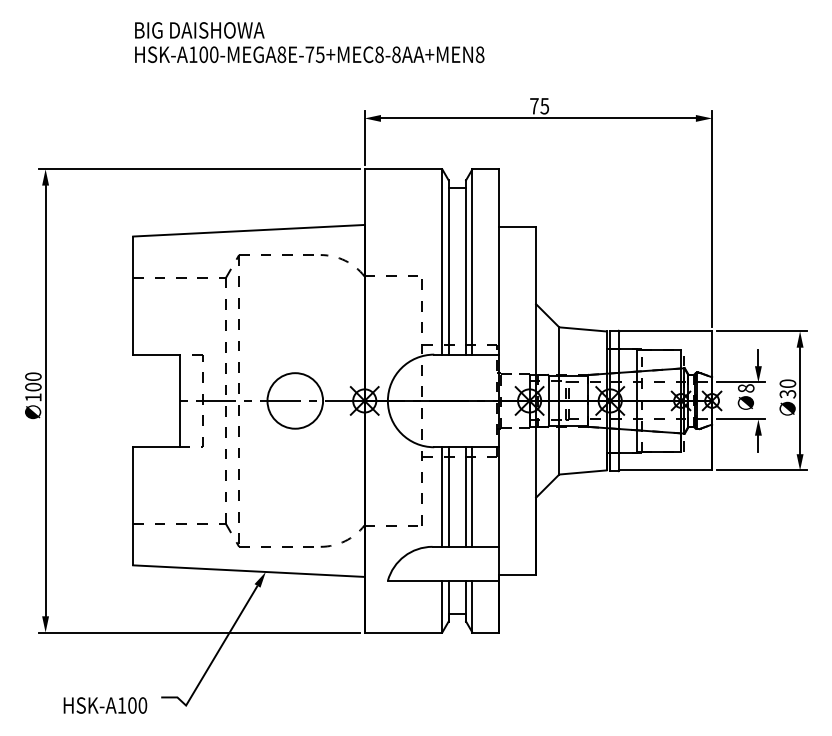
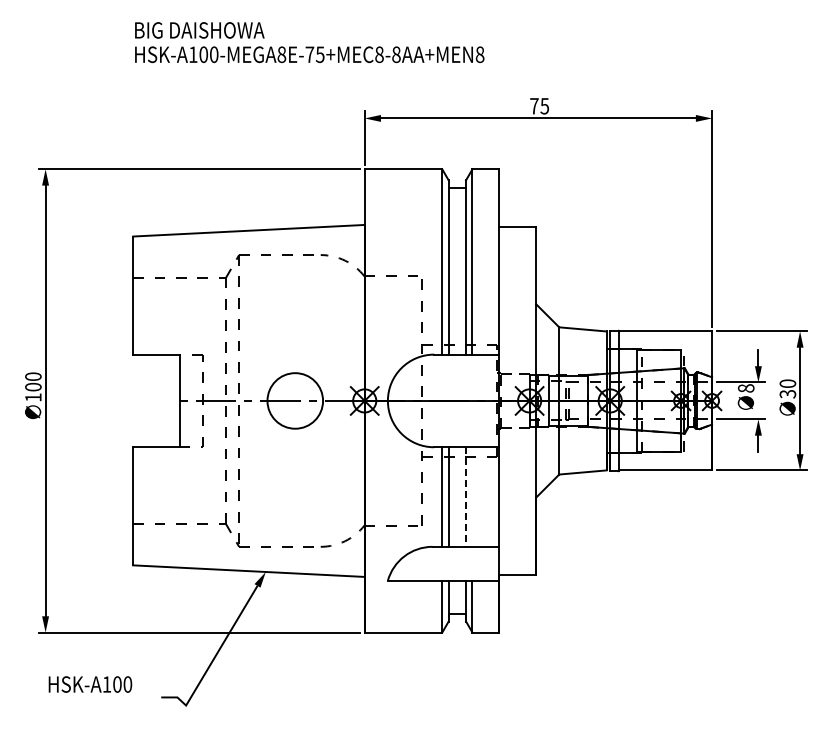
line at (472, 496): present -> none
line at (466, 497): solid -> dashed
text at (105, 705) position: (105, 705) -> (90, 684)
